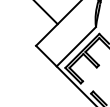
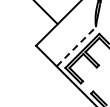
line at (76, 46): solid -> dashed
